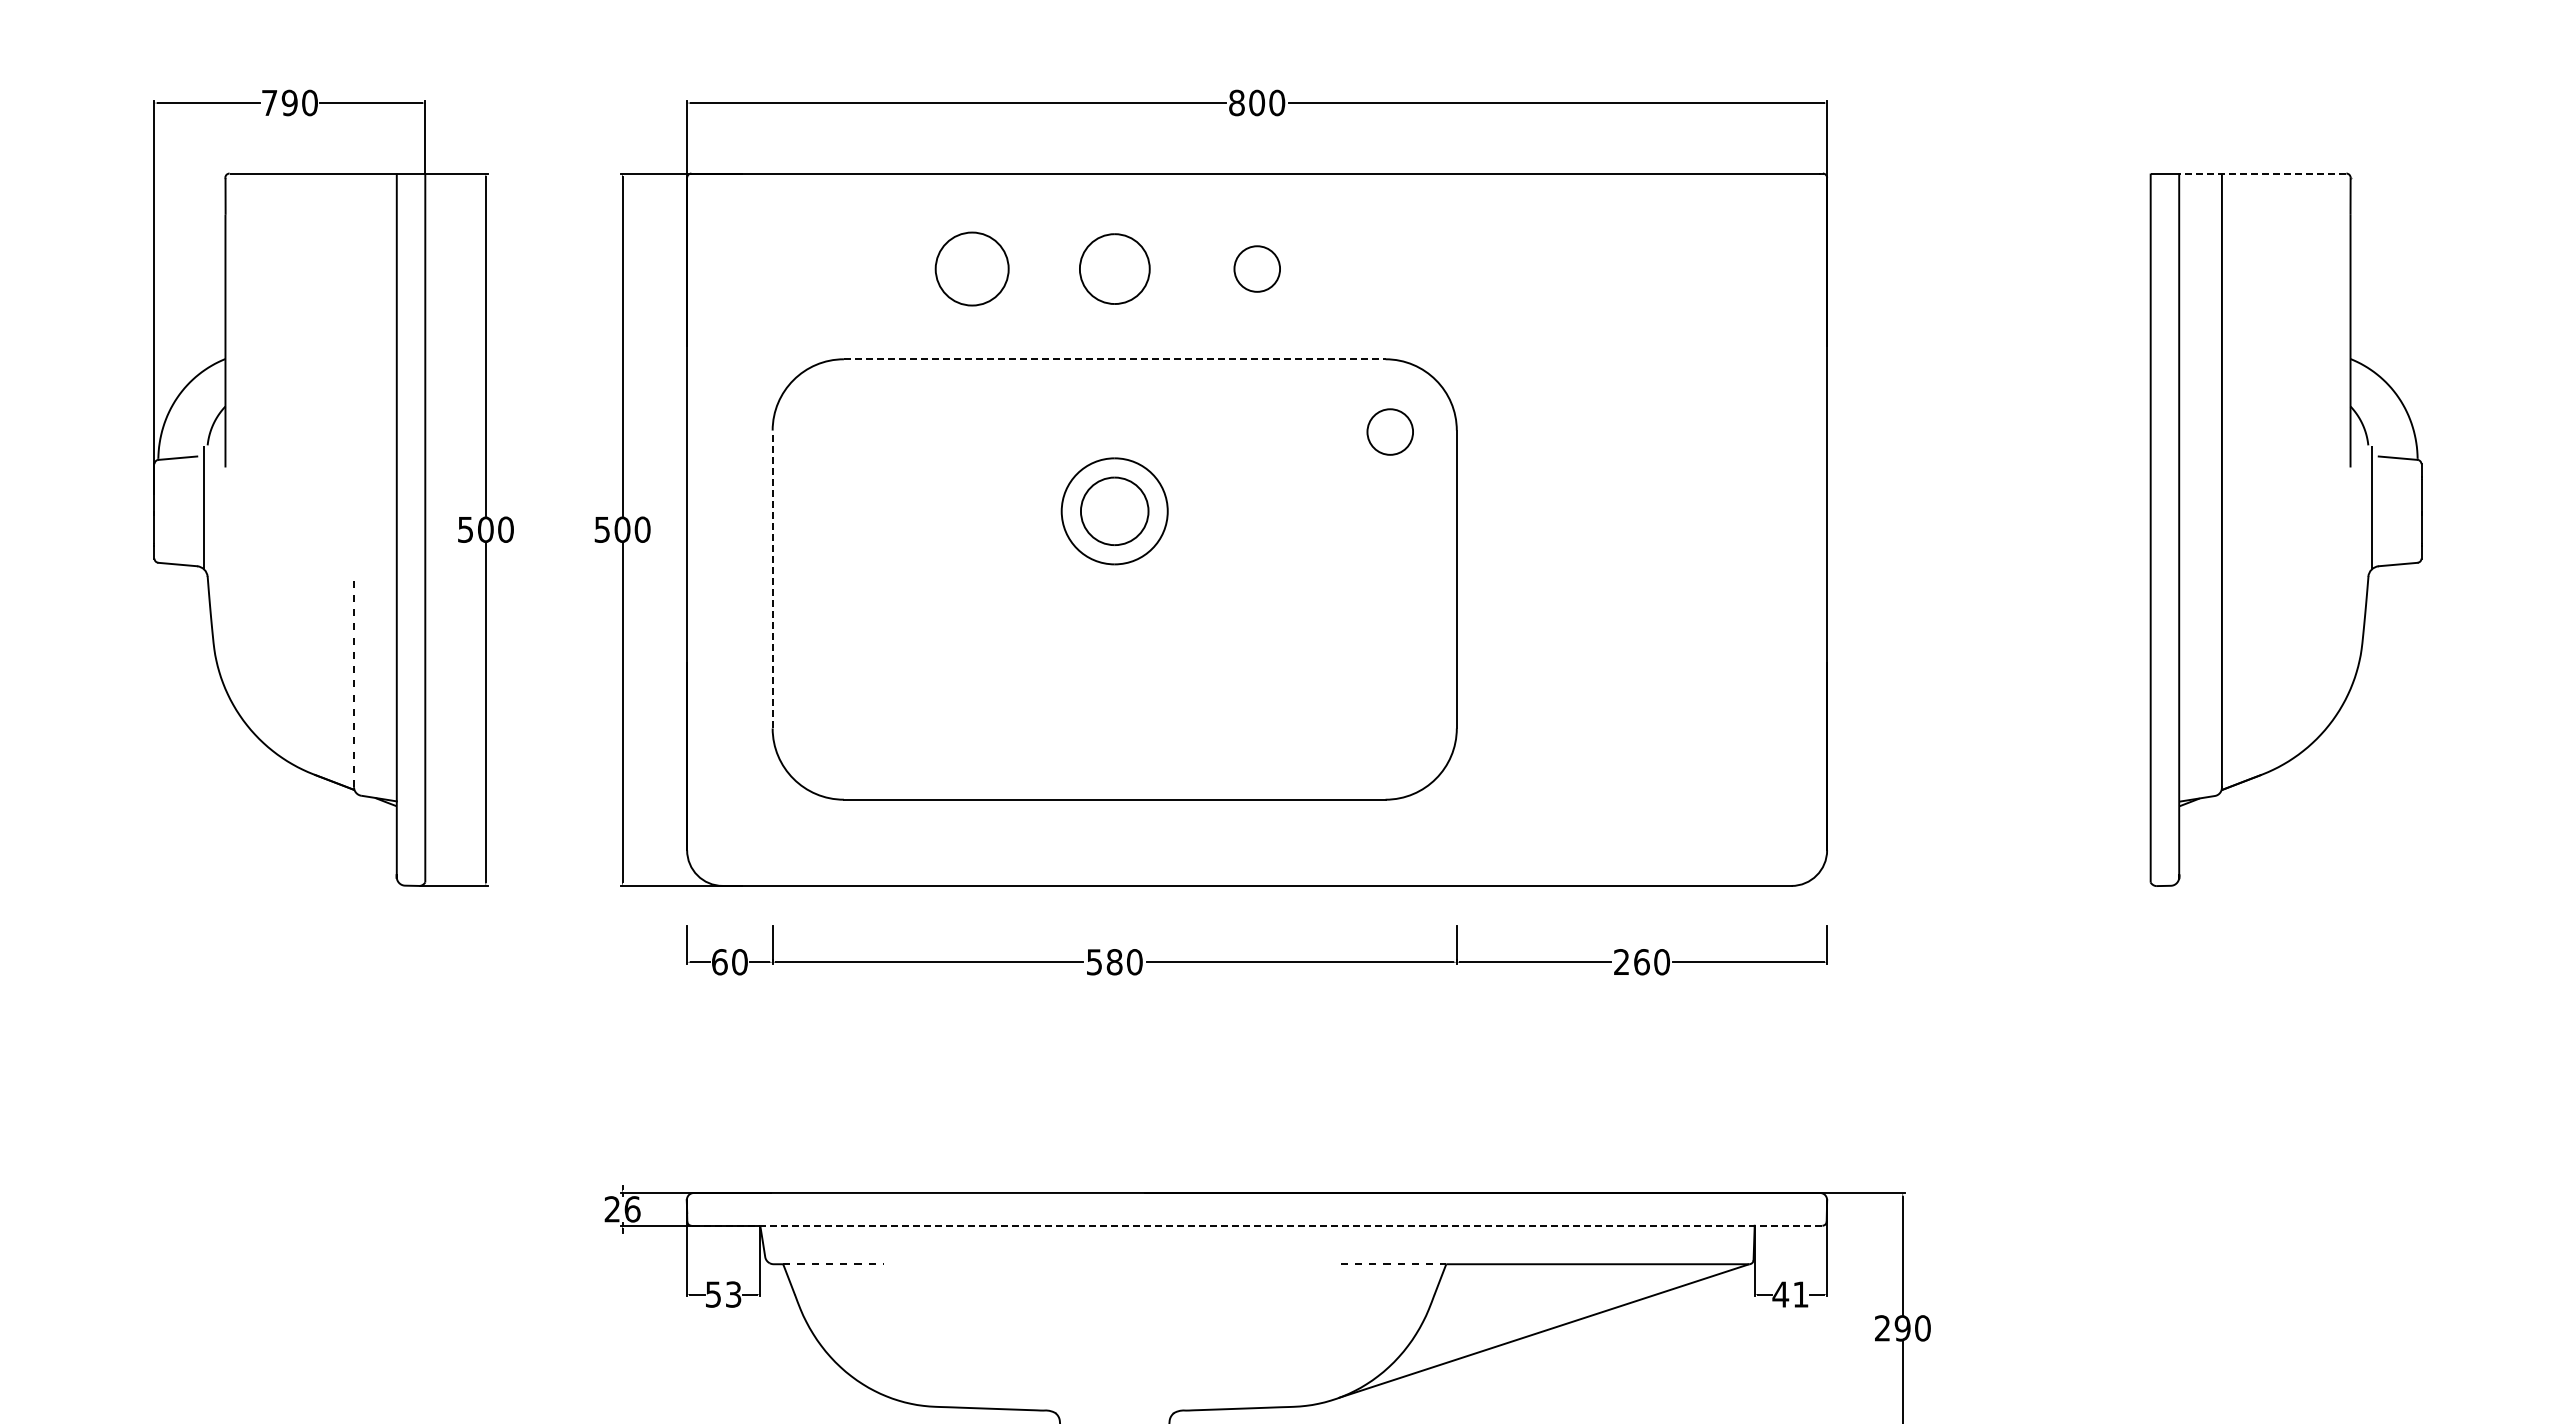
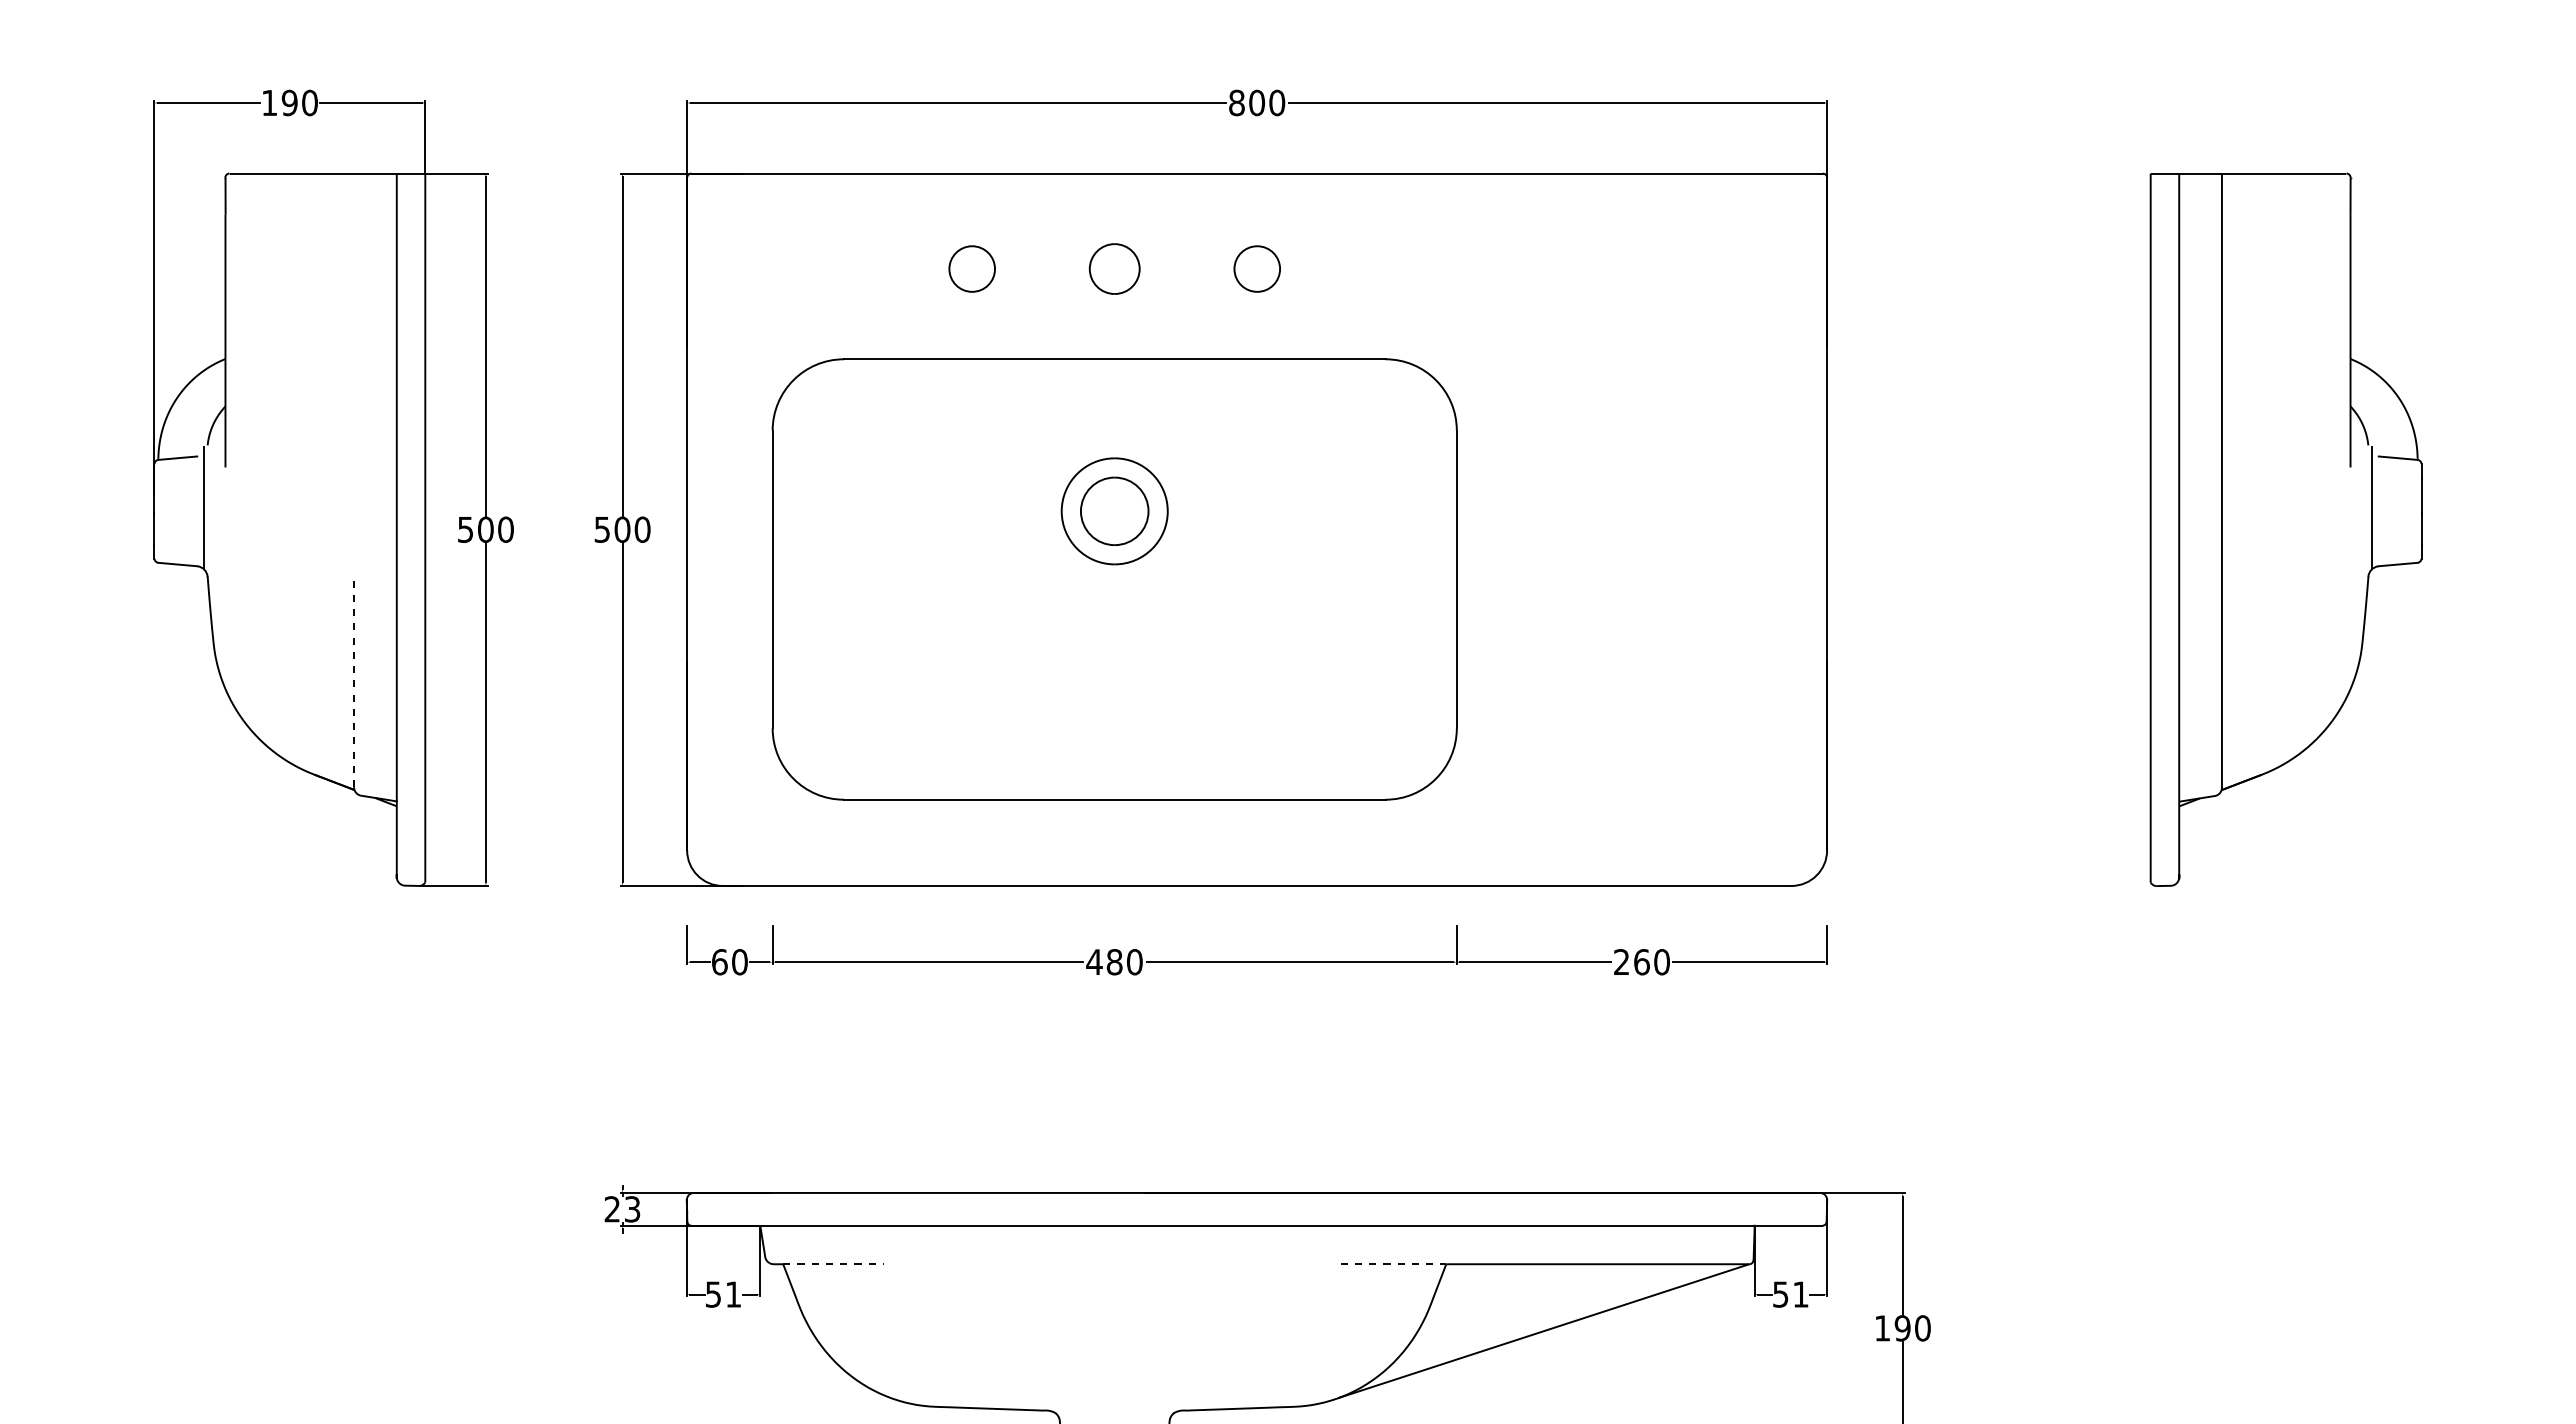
text at (269, 102): 790 -> 190
line at (2262, 173): dashed -> solid
circle at (971, 268) diameter: 73 px -> 46 px
part at (1114, 268) size: 72x72 px -> 53x52 px
line at (1114, 359): dashed -> solid
circle at (1389, 431): present -> none
line at (772, 579): dashed -> solid
text at (1094, 962): 580 -> 480
text at (632, 1209): 26 -> 23
line at (1257, 1225): dashed -> solid
text at (733, 1294): 53 -> 51
text at (1780, 1294): 41 -> 51
text at (1882, 1328): 290 -> 190
